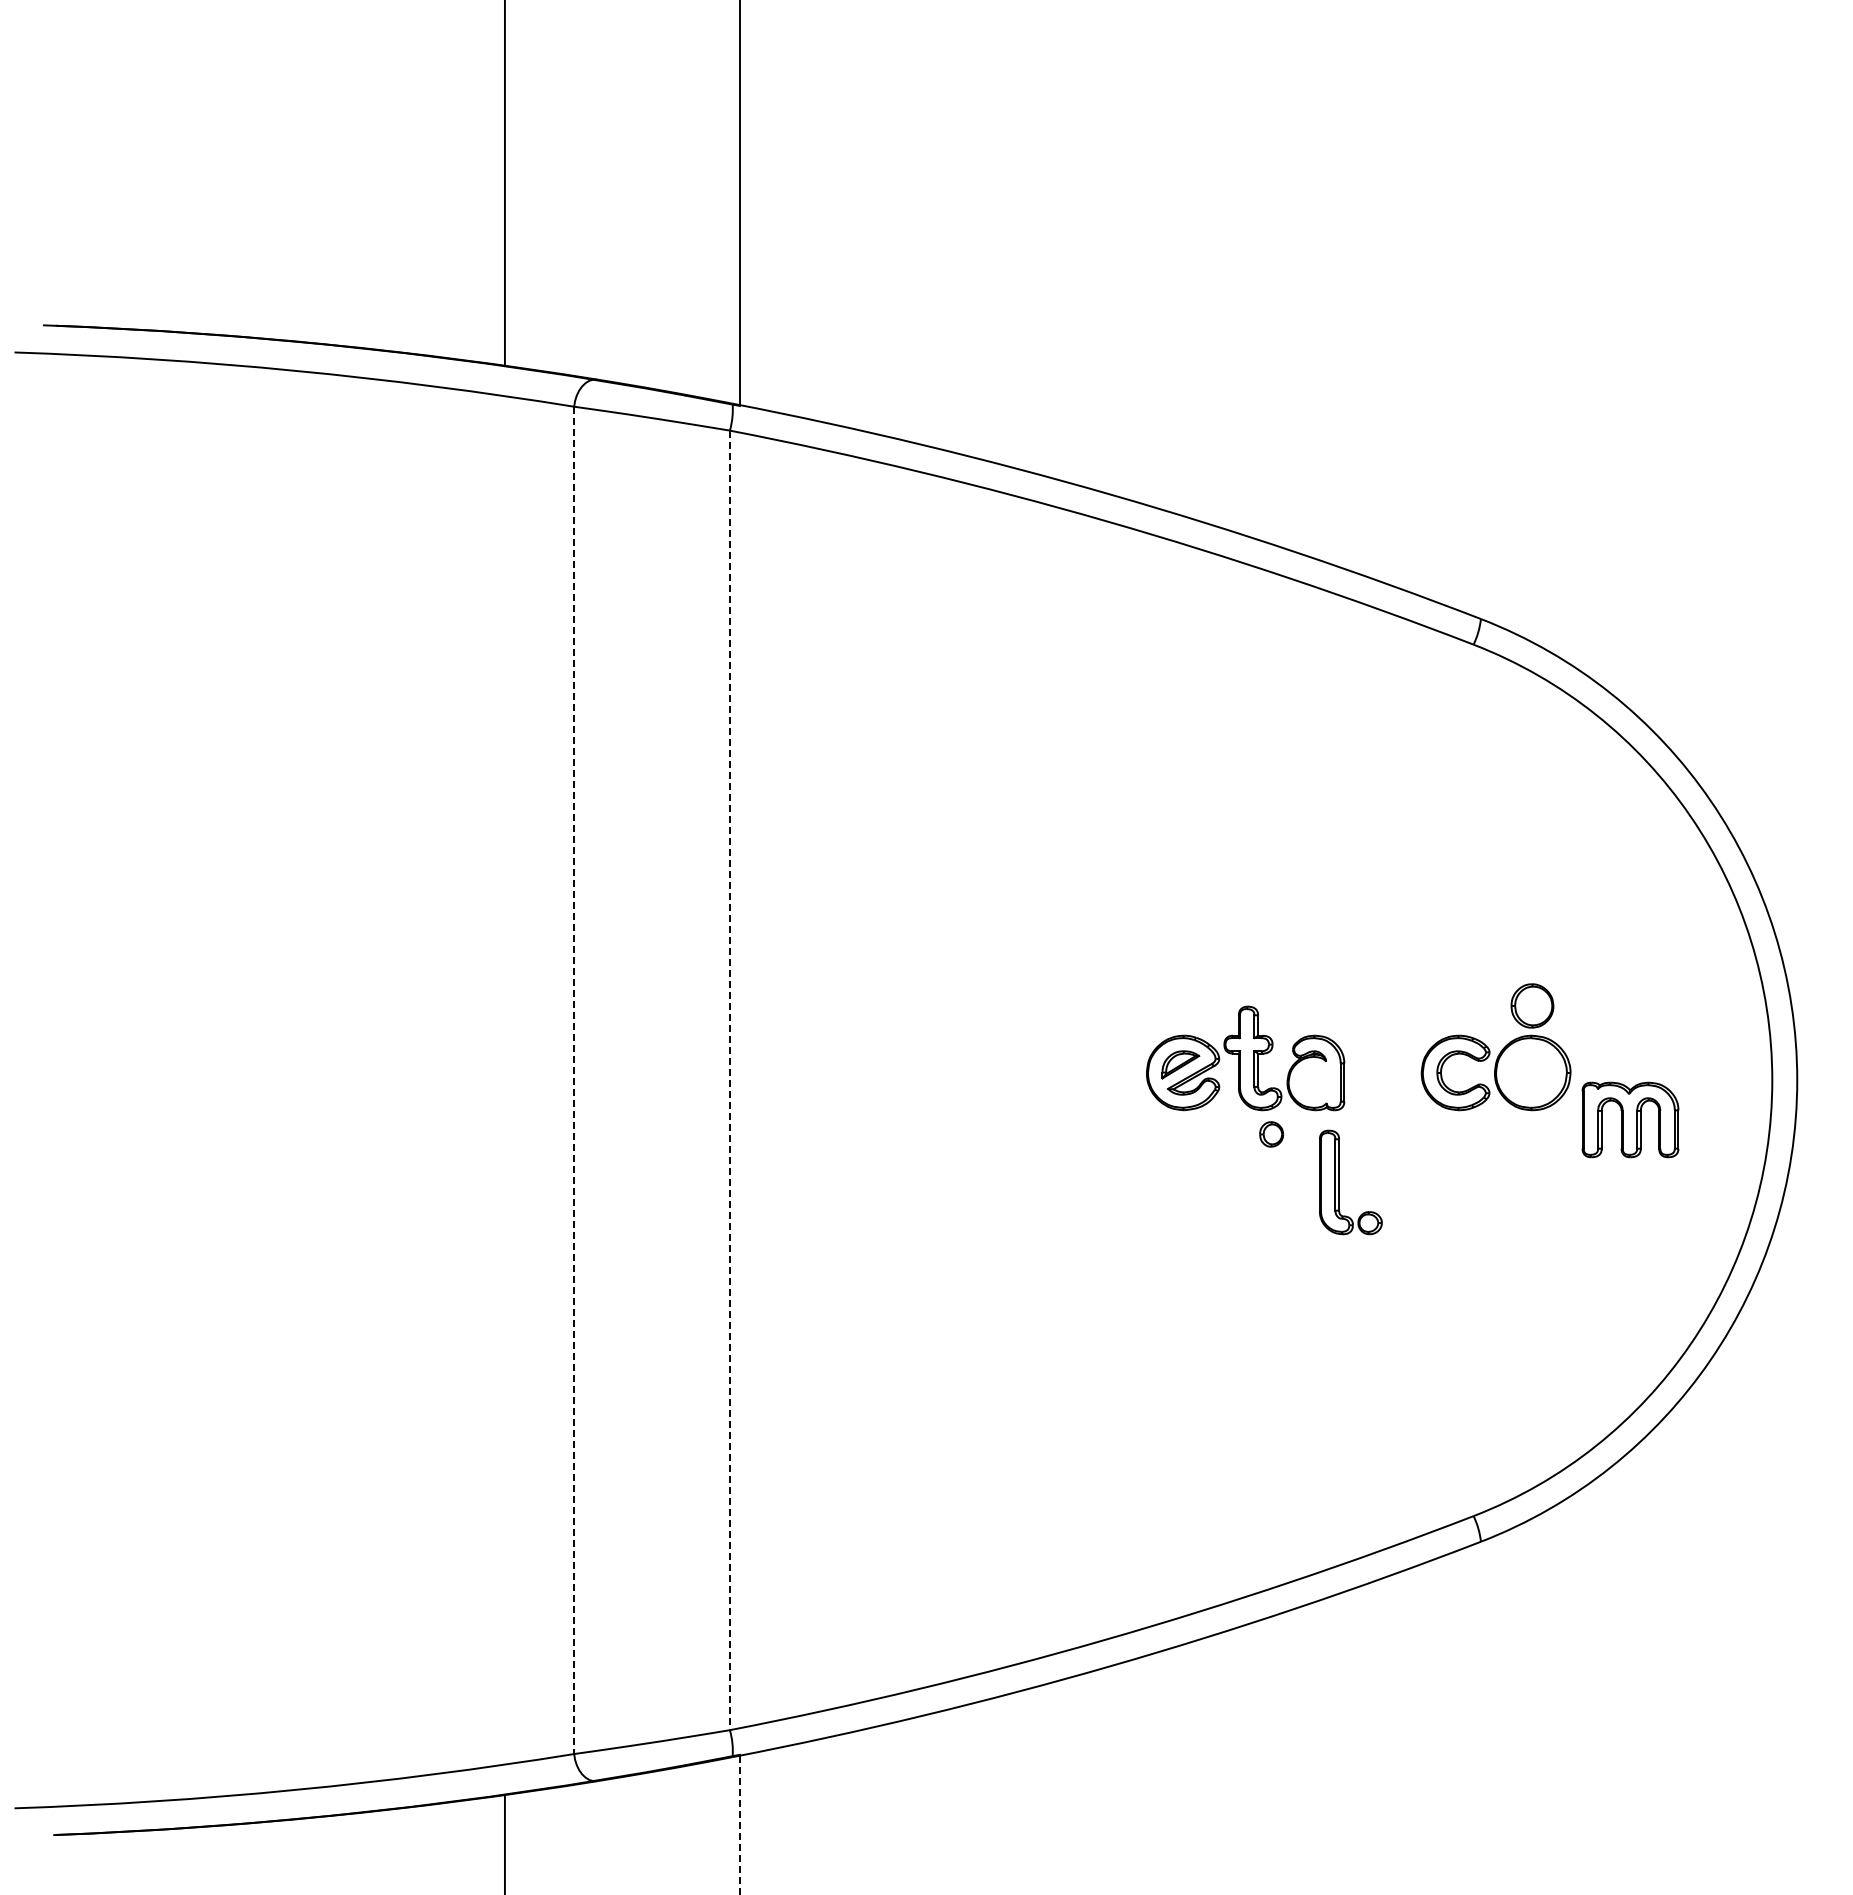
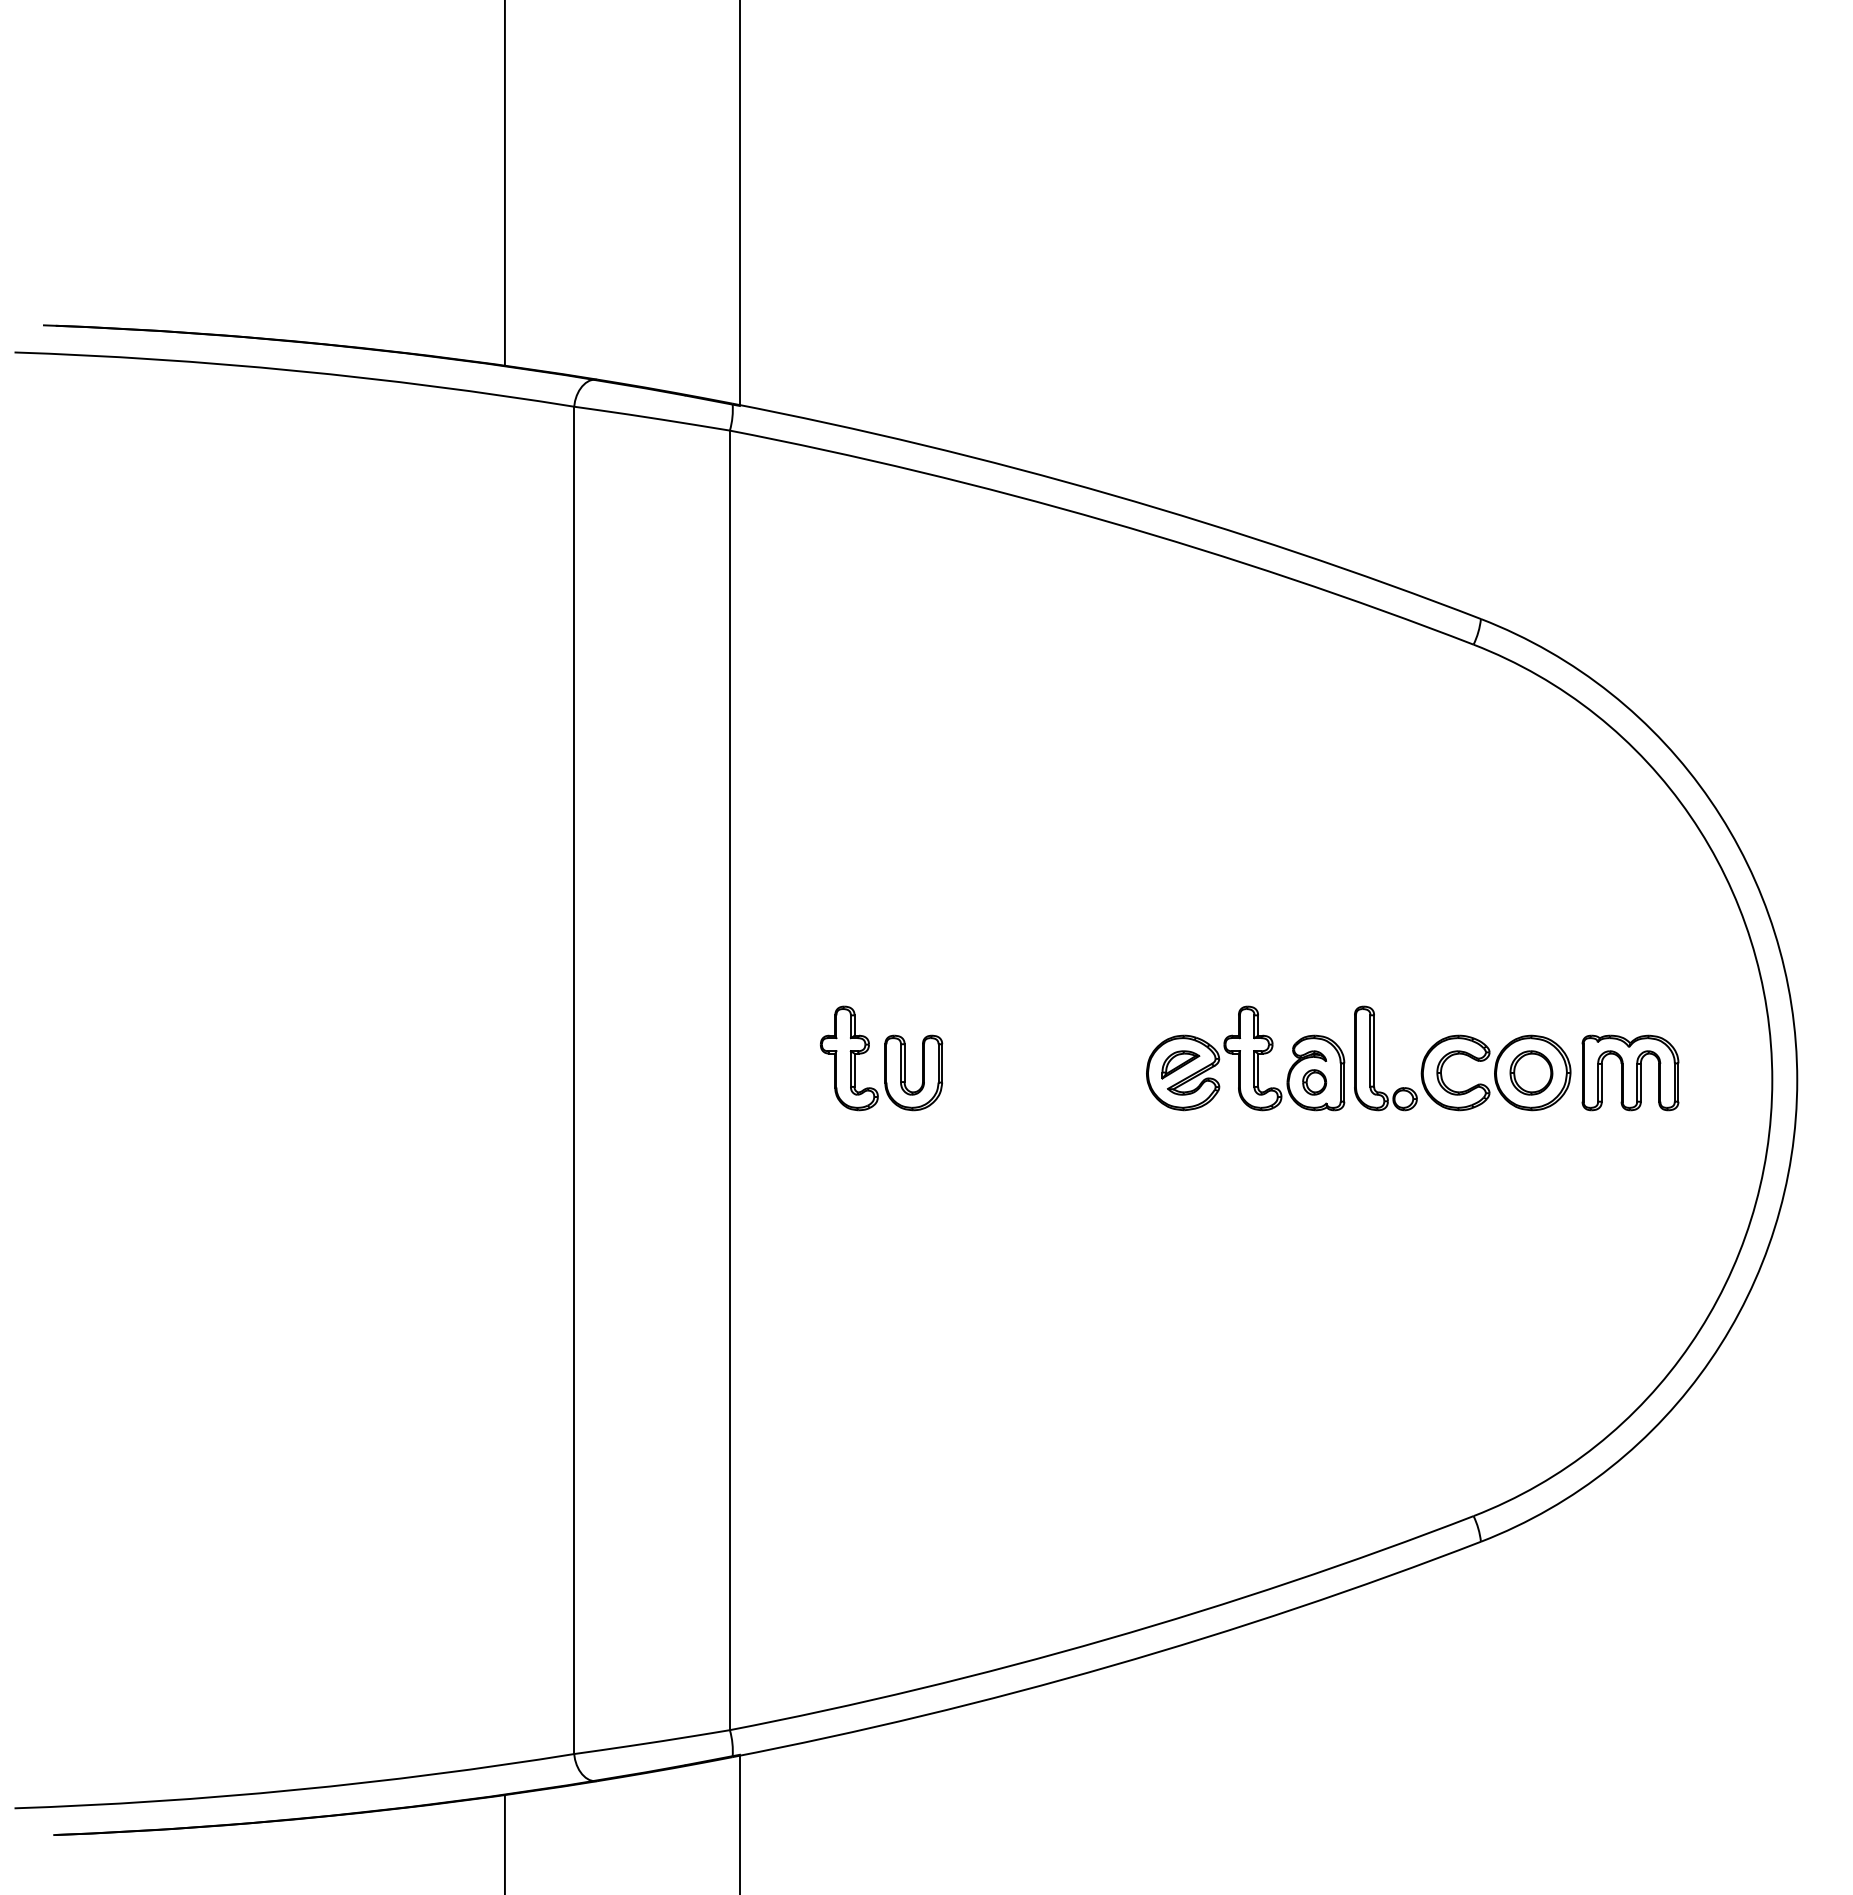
part at (1532, 1005) position: (1532, 1005) -> (1531, 1072)
part at (881, 1058): none -> present
line at (574, 1080): dashed -> solid
line at (729, 1080): dashed -> solid
part at (1630, 1119) position: (1630, 1119) -> (1630, 1072)
part at (1271, 1134) position: (1271, 1134) -> (1314, 1082)
part at (1339, 1182) position: (1339, 1182) -> (1374, 1058)
line at (739, 1825): dashed -> solid
